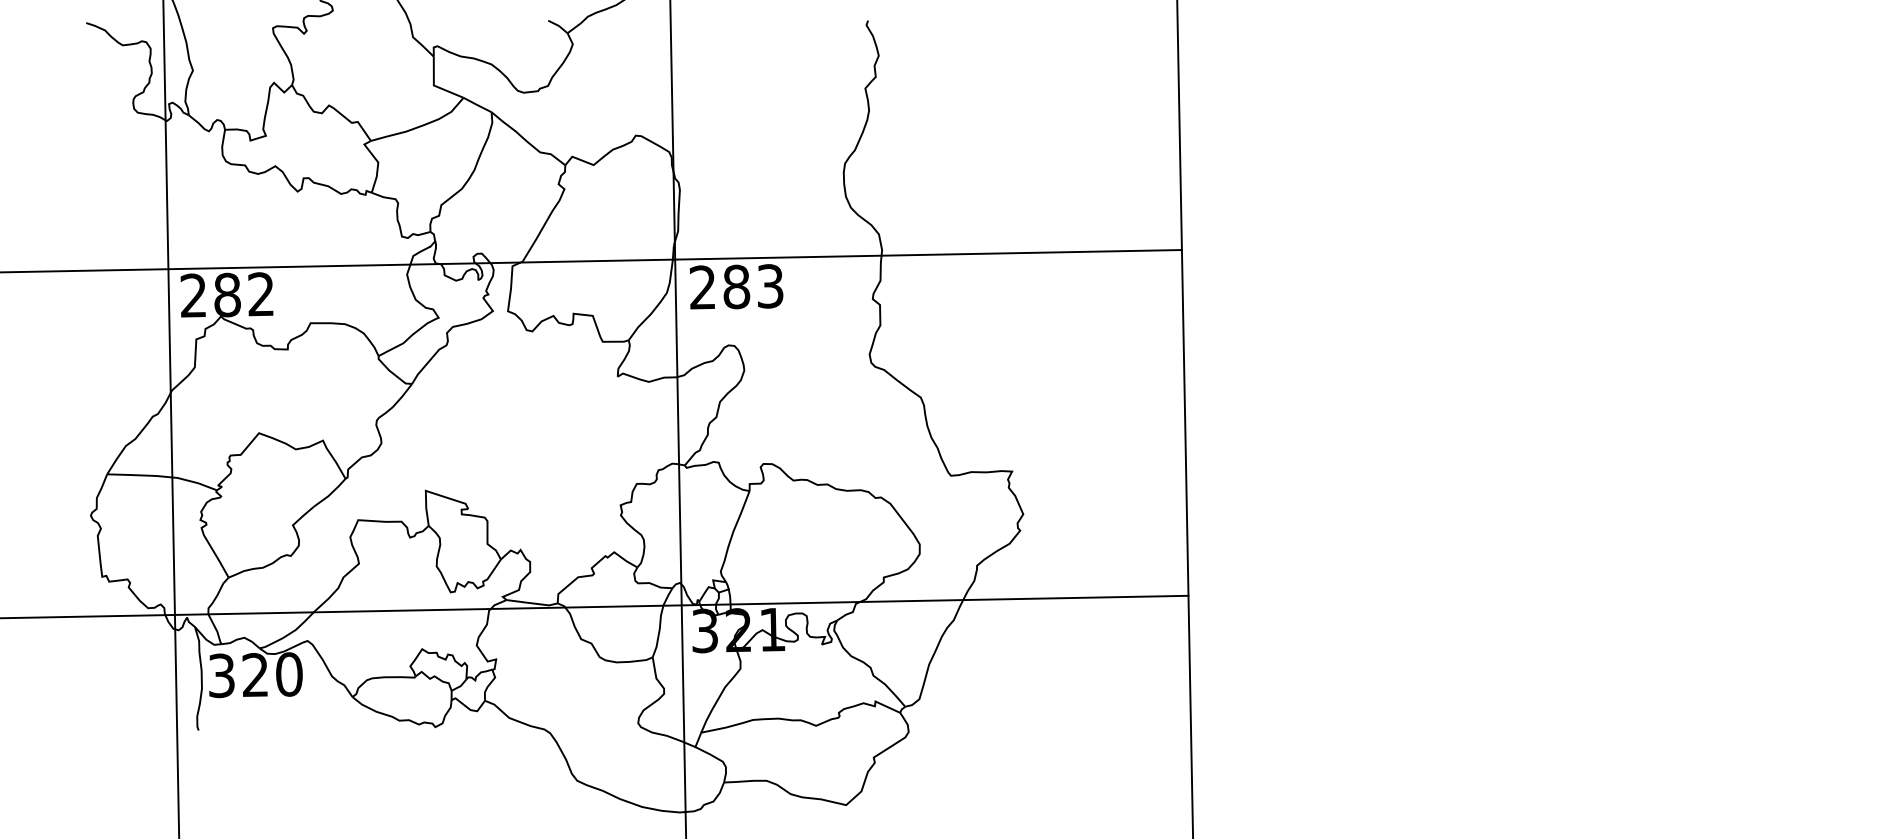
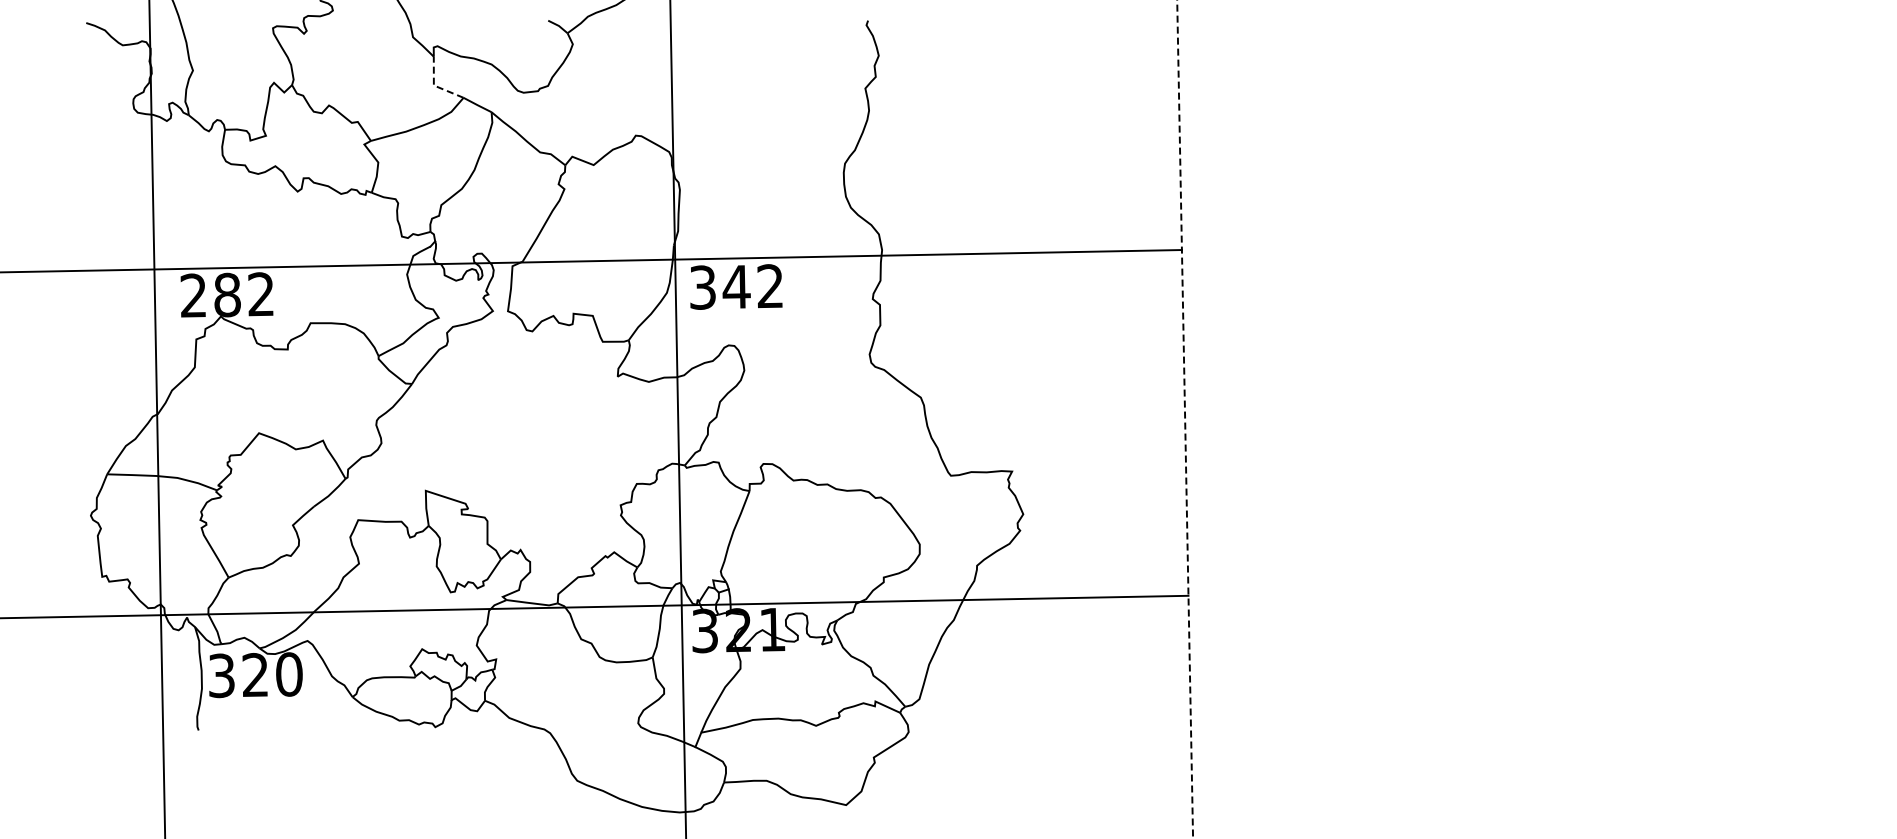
line at (434, 85): solid -> dashed
text at (736, 286): 283 -> 342
line at (171, 418) position: (171, 418) -> (157, 418)
line at (1185, 419): solid -> dashed
